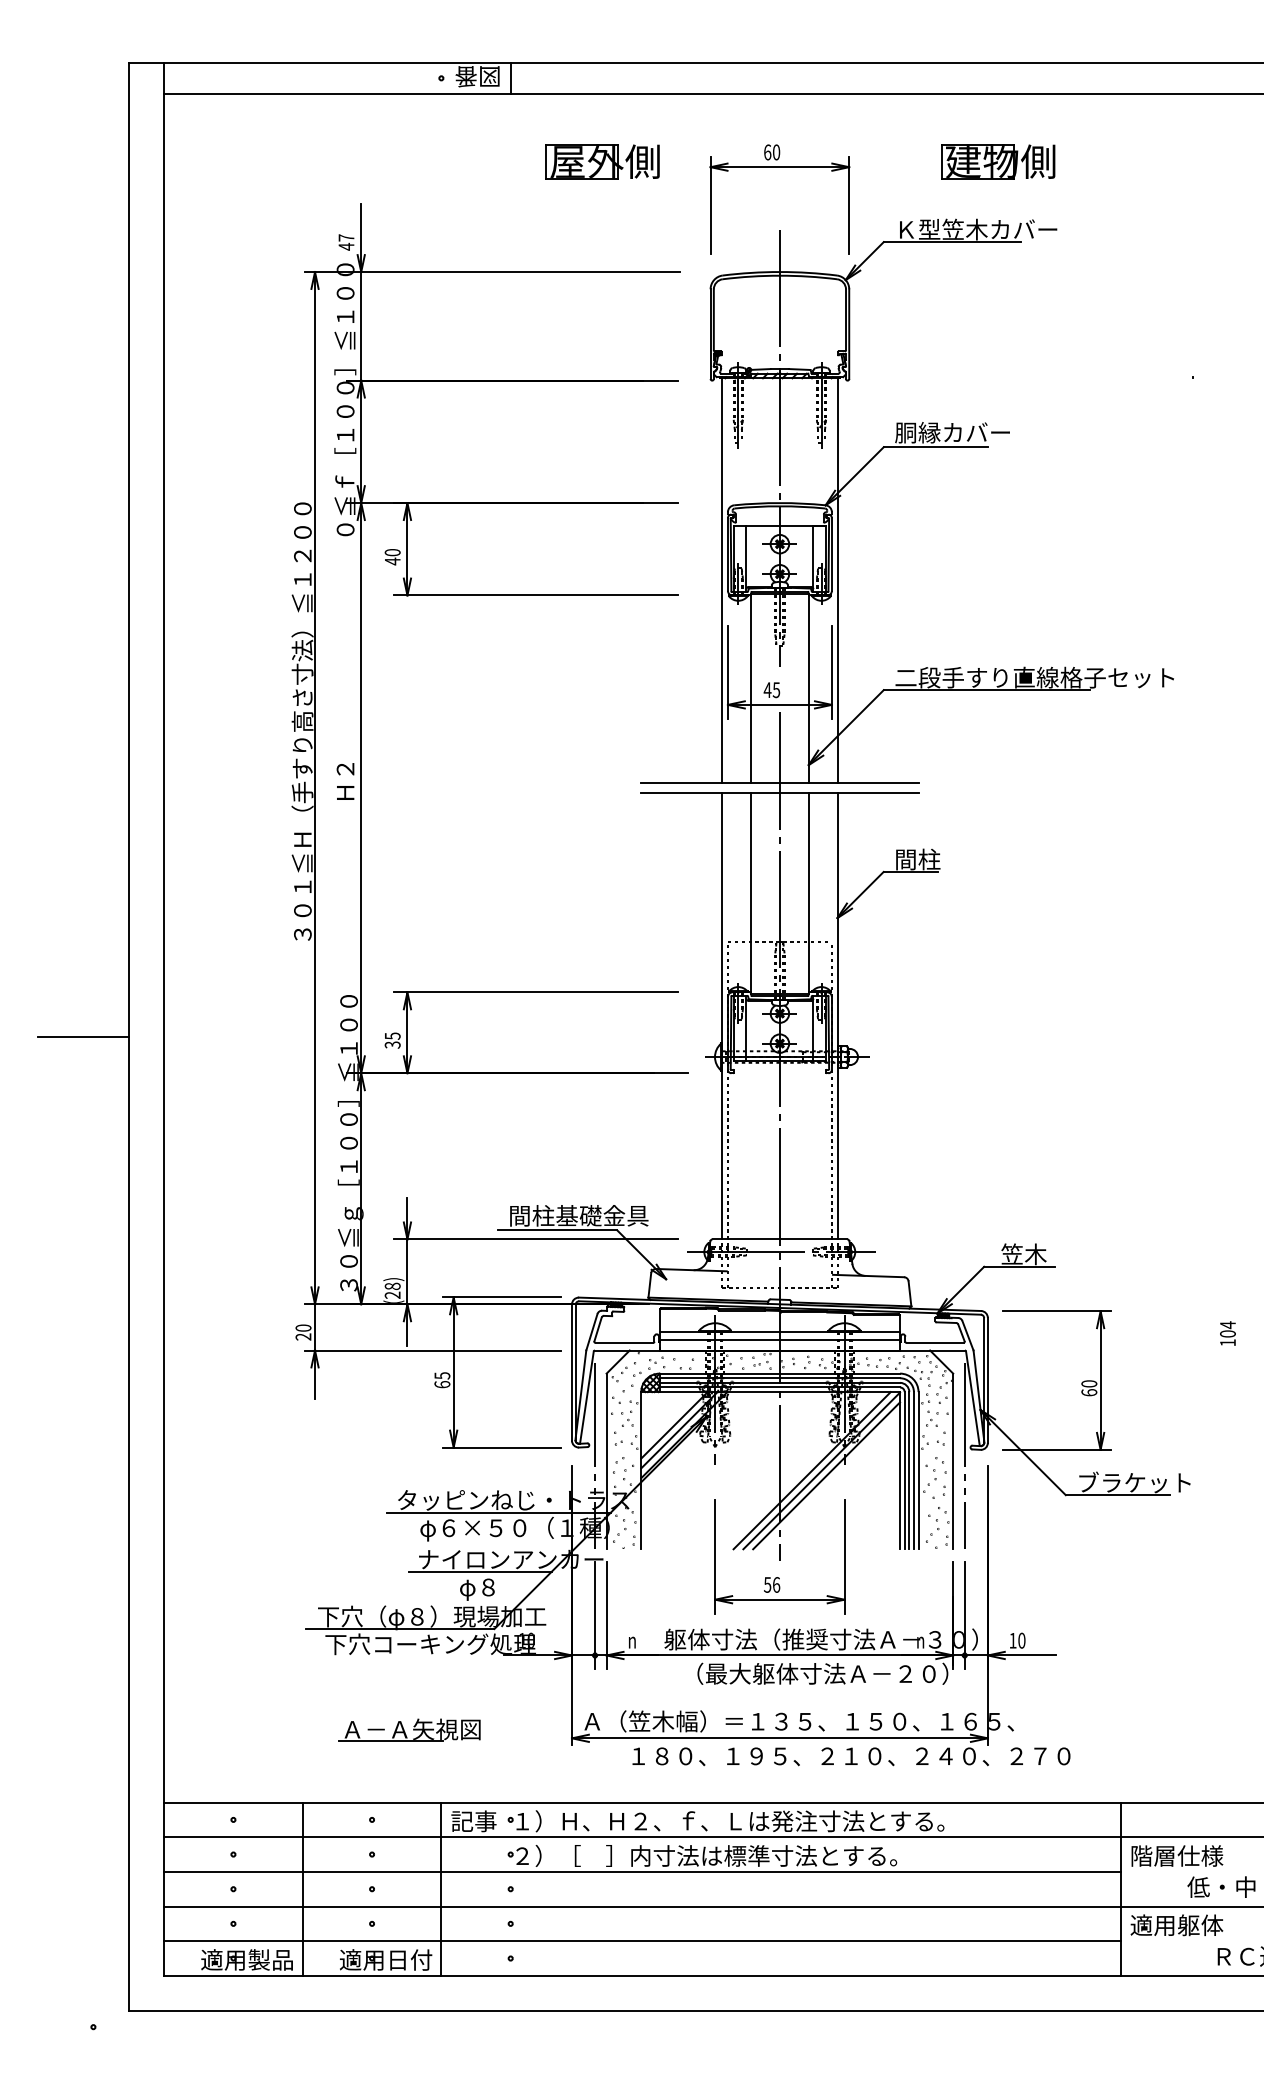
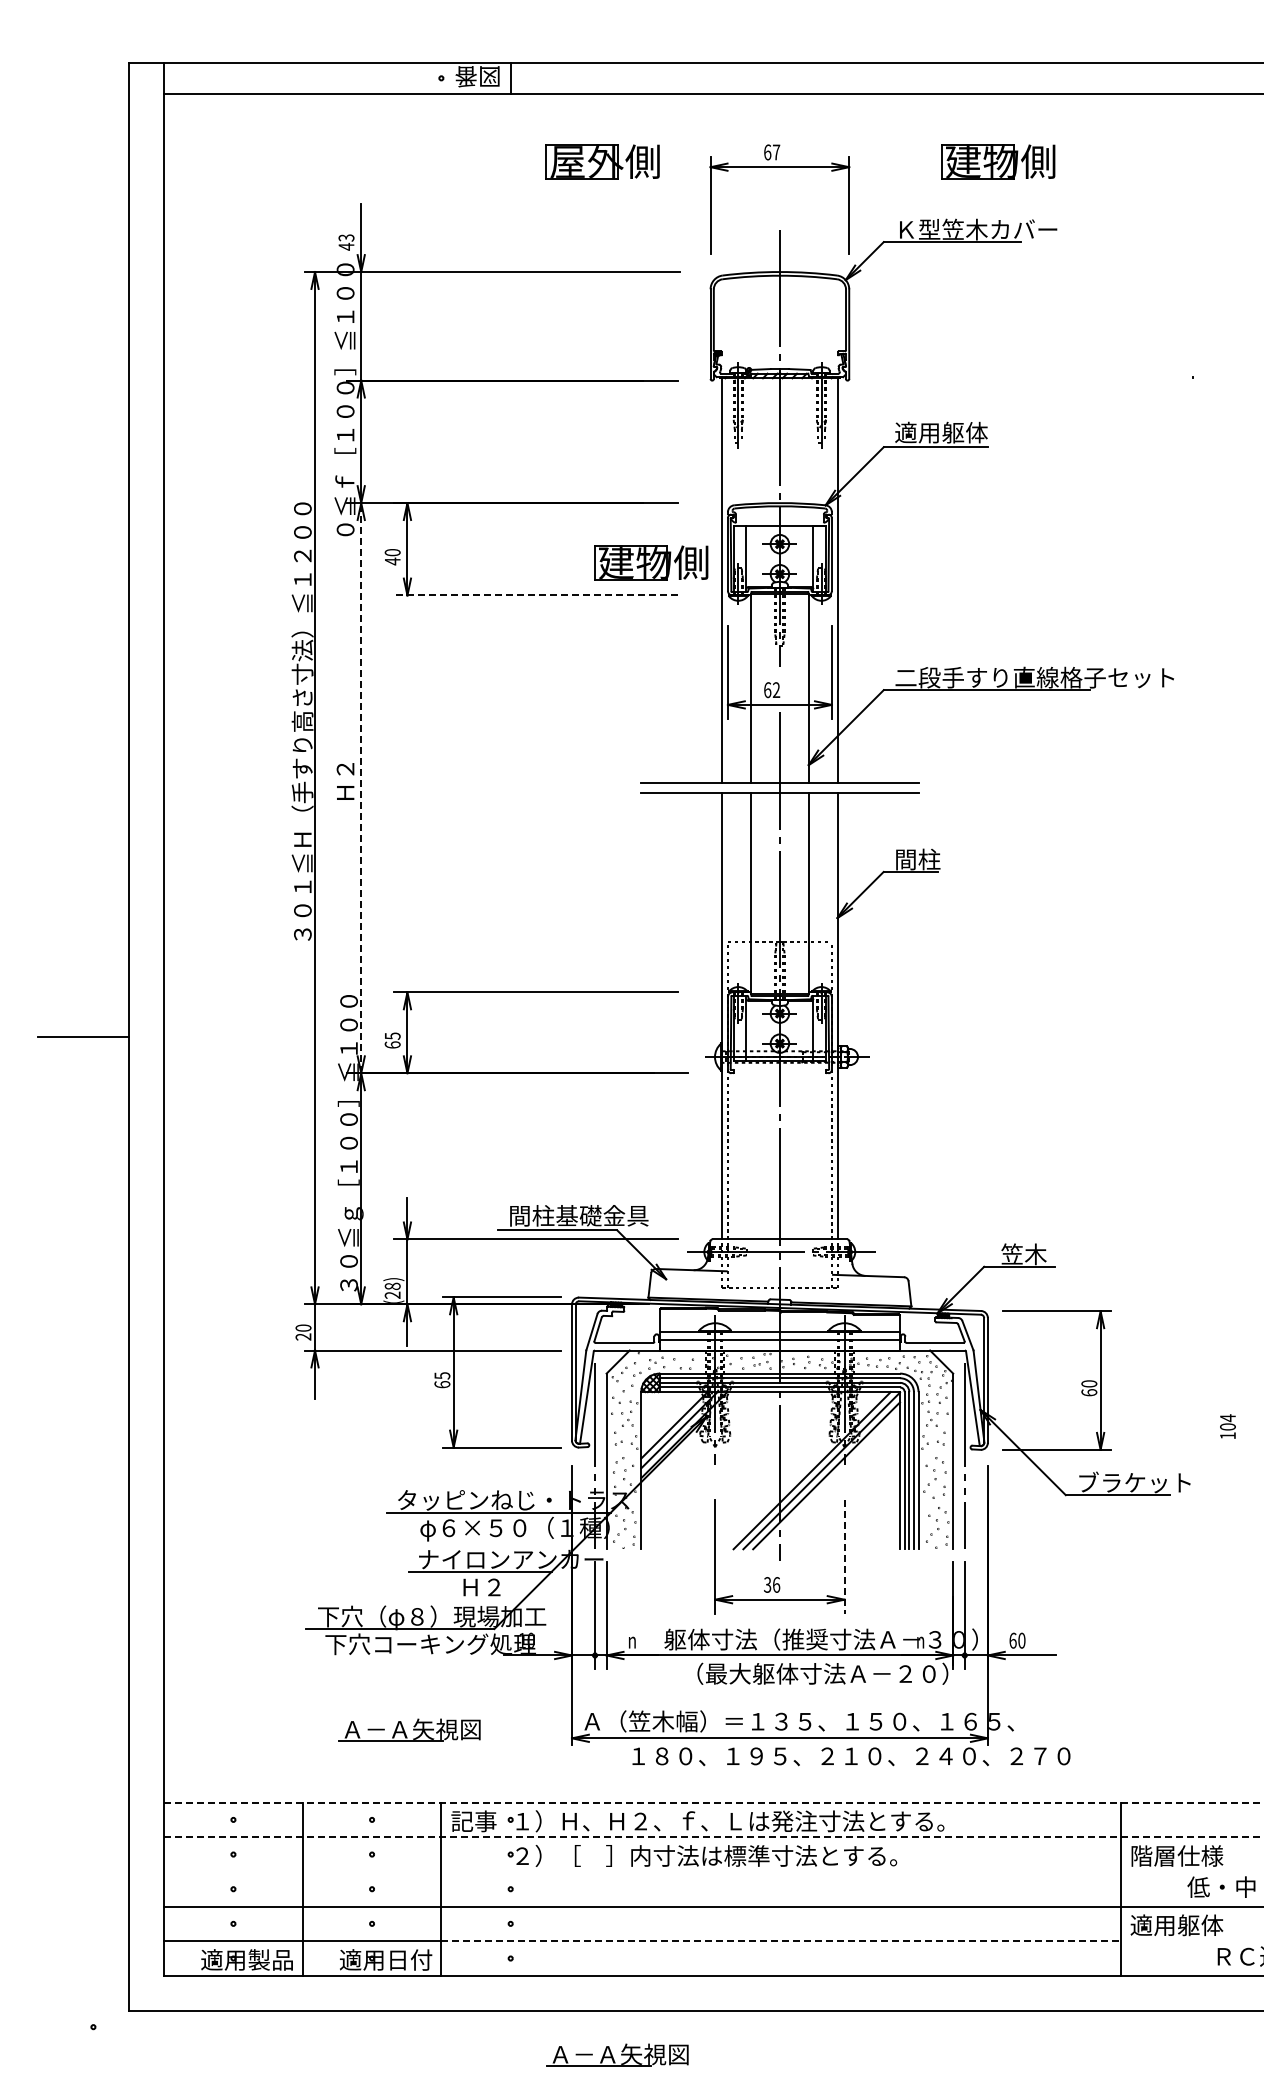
text at (776, 152): 60 -> 67
text at (346, 237): 47 -> 43
text at (952, 432): 胴縁カバー -> 適用躯体
part at (651, 562): none -> present
line at (535, 595): solid -> dashed
text at (771, 690): 45 -> 62
line at (361, 787): solid -> dashed
text at (392, 1044): 35 -> 65
text at (1227, 1333) position: (1227, 1333) -> (1227, 1426)
line at (844, 1556): solid -> dashed
text at (767, 1584): 56 -> 36
text at (480, 1589): φ８ -> Ｈ２
text at (1012, 1640): 10 -> 60
line at (713, 1802): solid -> dashed
line at (713, 1837): solid -> dashed
line at (642, 1871): present -> none
line at (781, 1941): solid -> dashed
part at (617, 2054): none -> present
